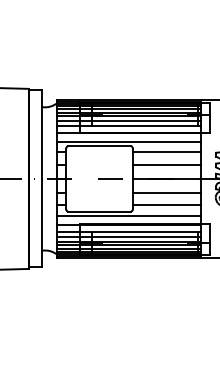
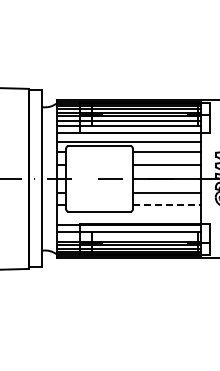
line at (167, 205): solid -> dashed
line at (129, 216): present -> none
line at (129, 237): present -> none
